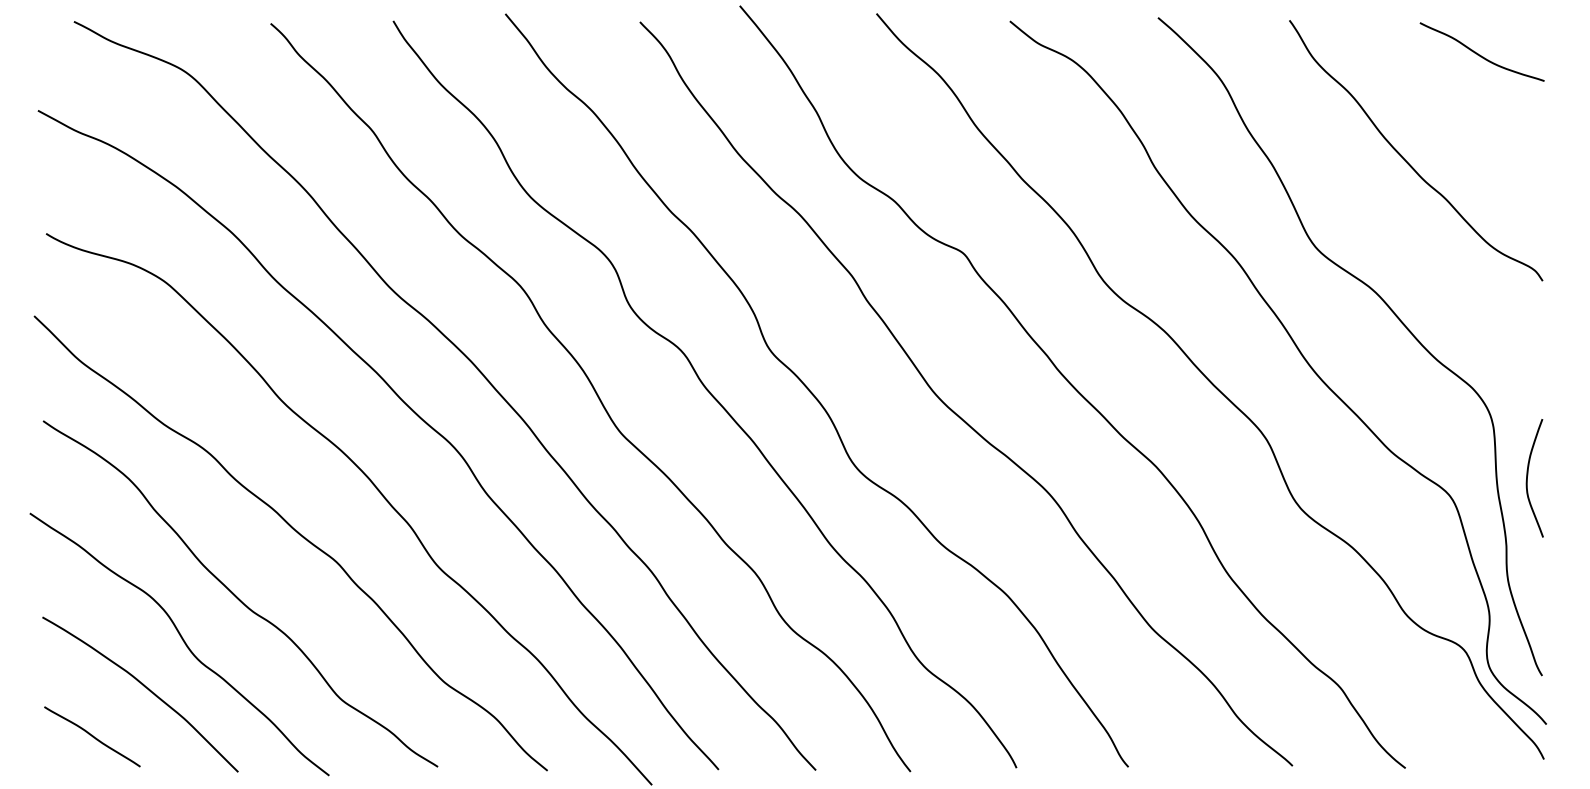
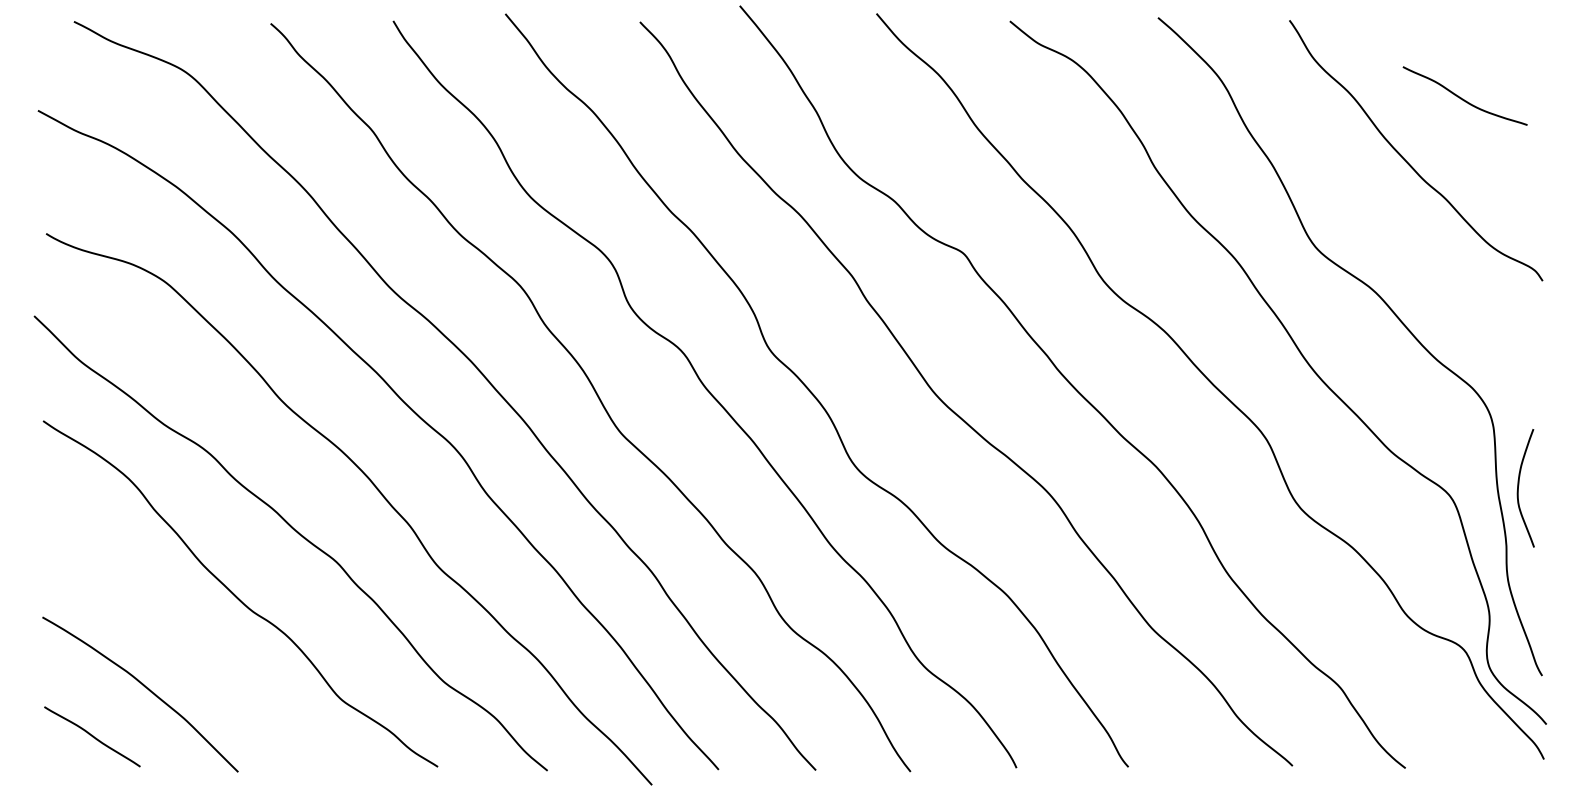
curve at (1480, 54) position: (1480, 54) -> (1463, 98)
curve at (1528, 475) position: (1528, 475) -> (1519, 485)
curve at (183, 642): present -> none
